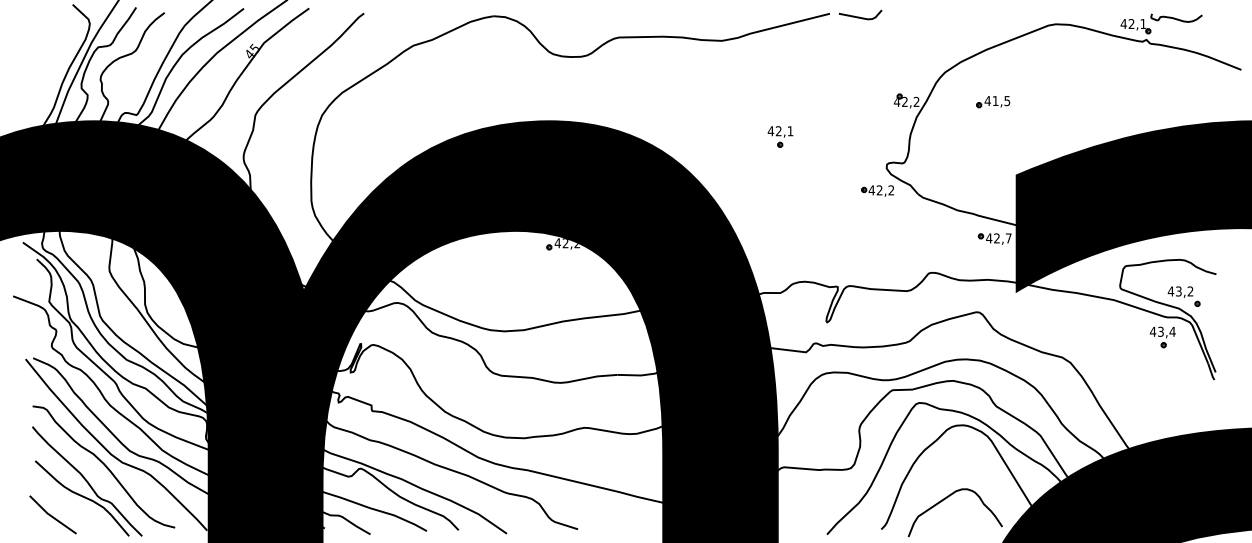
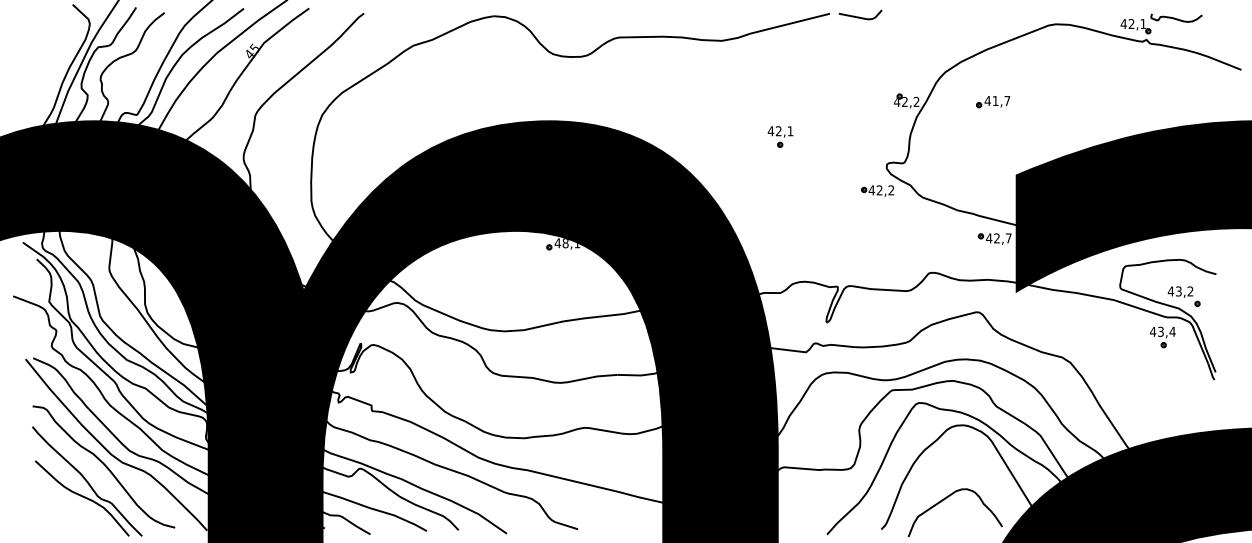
text at (1007, 101): 41,5 -> 41,7
text at (570, 243): 42,2 -> 48,1
line at (52, 515): present -> none
